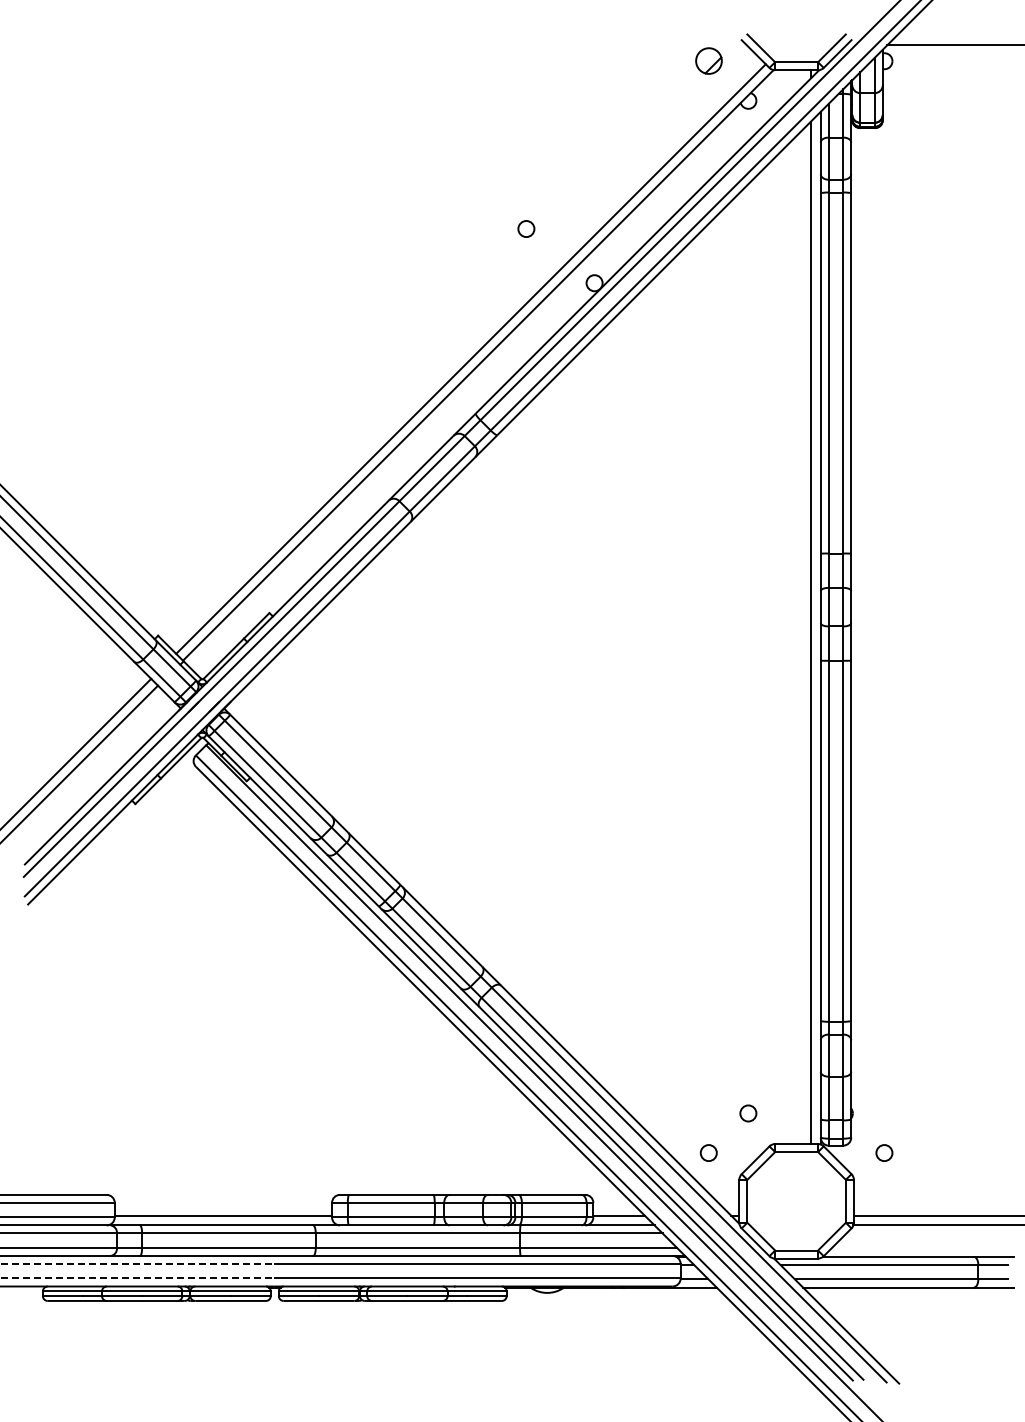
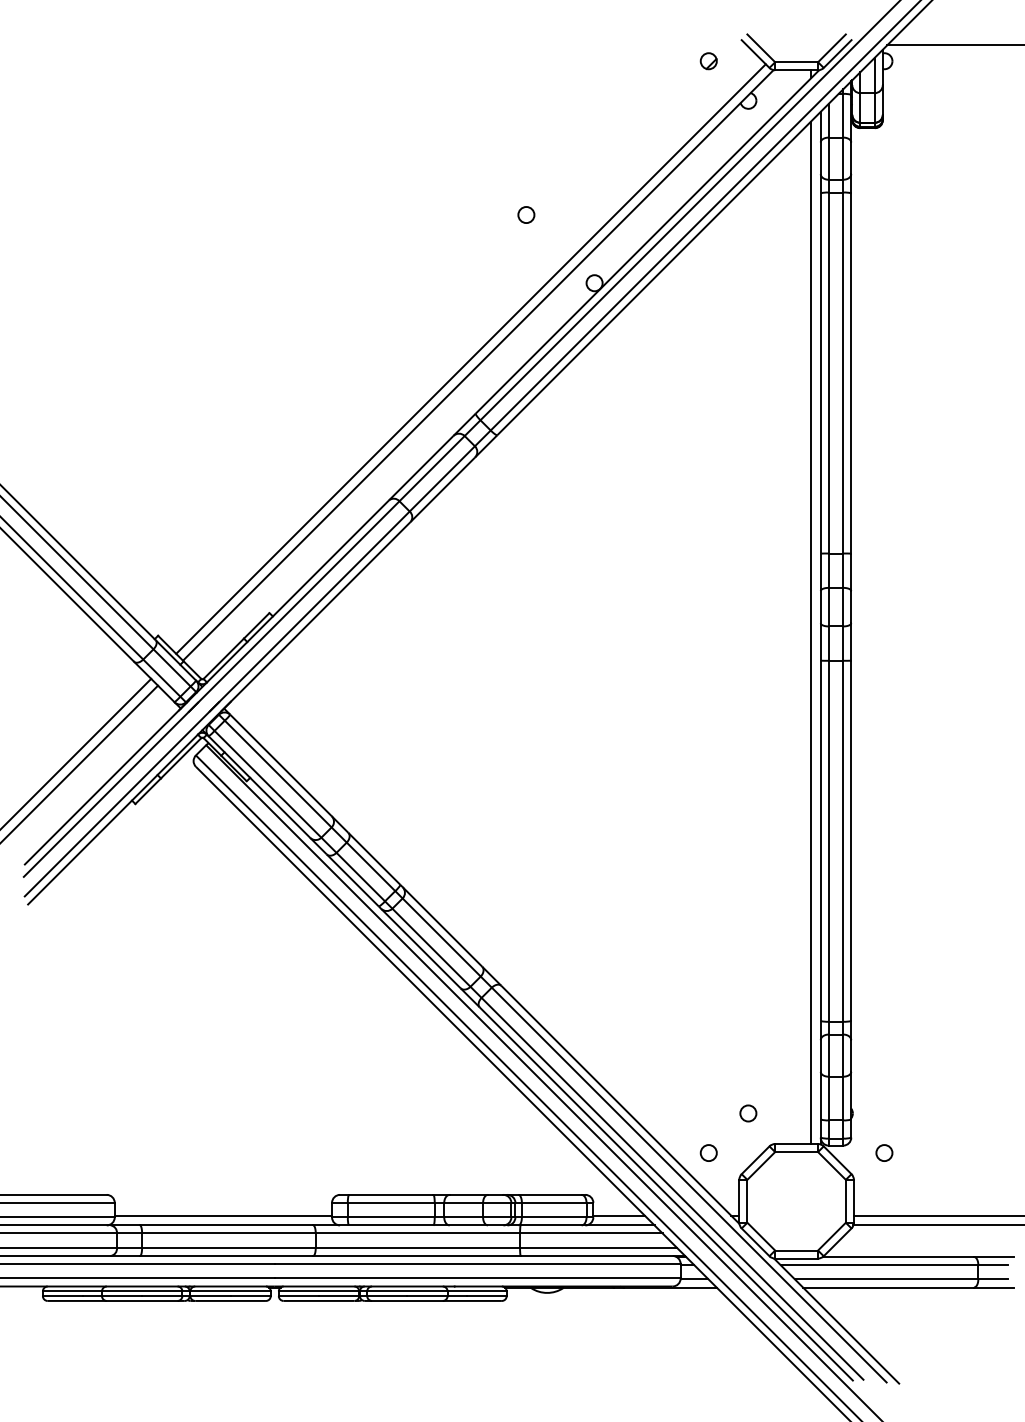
part at (708, 60) size: 28x28 px -> 19x19 px
circle at (526, 228) position: (526, 228) -> (526, 214)
line at (137, 1263): dashed -> solid
line at (137, 1278): dashed -> solid
